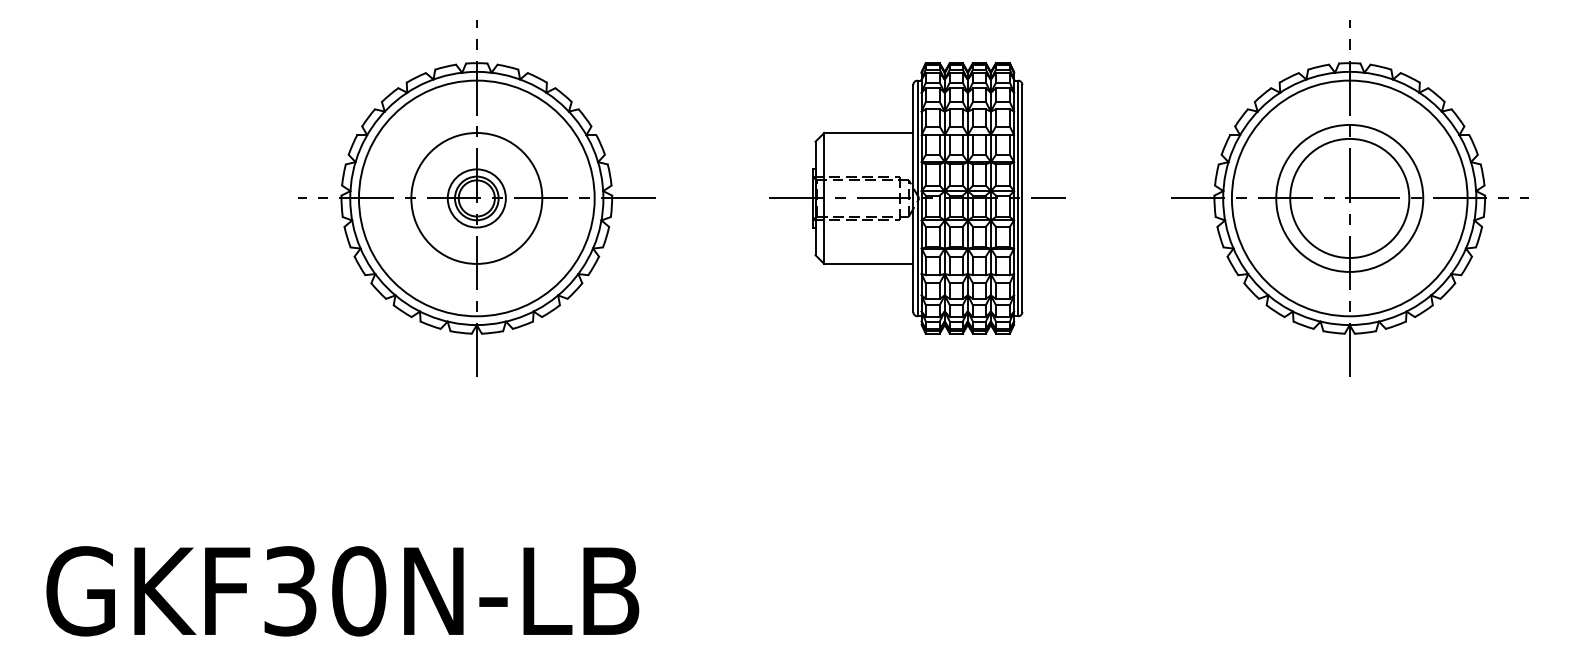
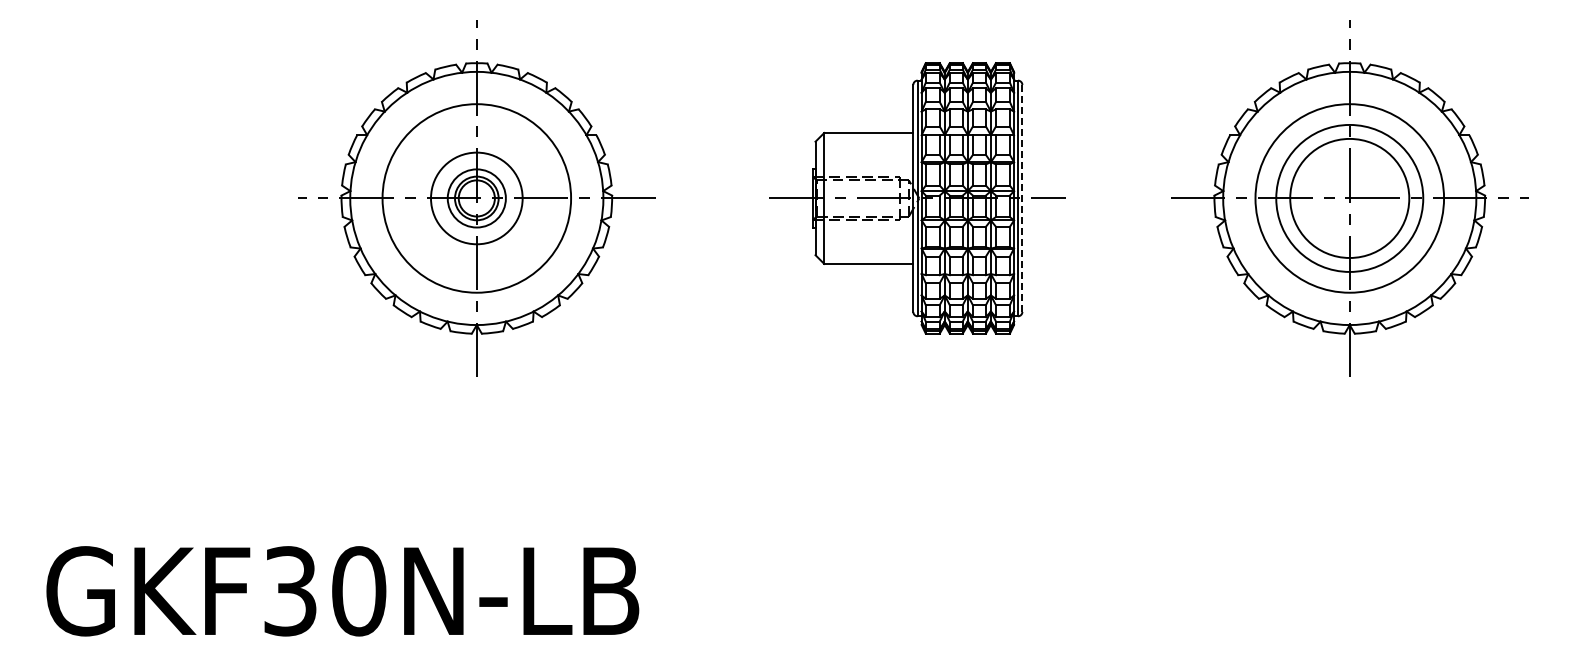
circle at (476, 197) diameter: 131 px -> 92 px
line at (1022, 197): solid -> dashed
circle at (476, 198) diameter: 236 px -> 189 px
circle at (1349, 198) diameter: 236 px -> 189 px
